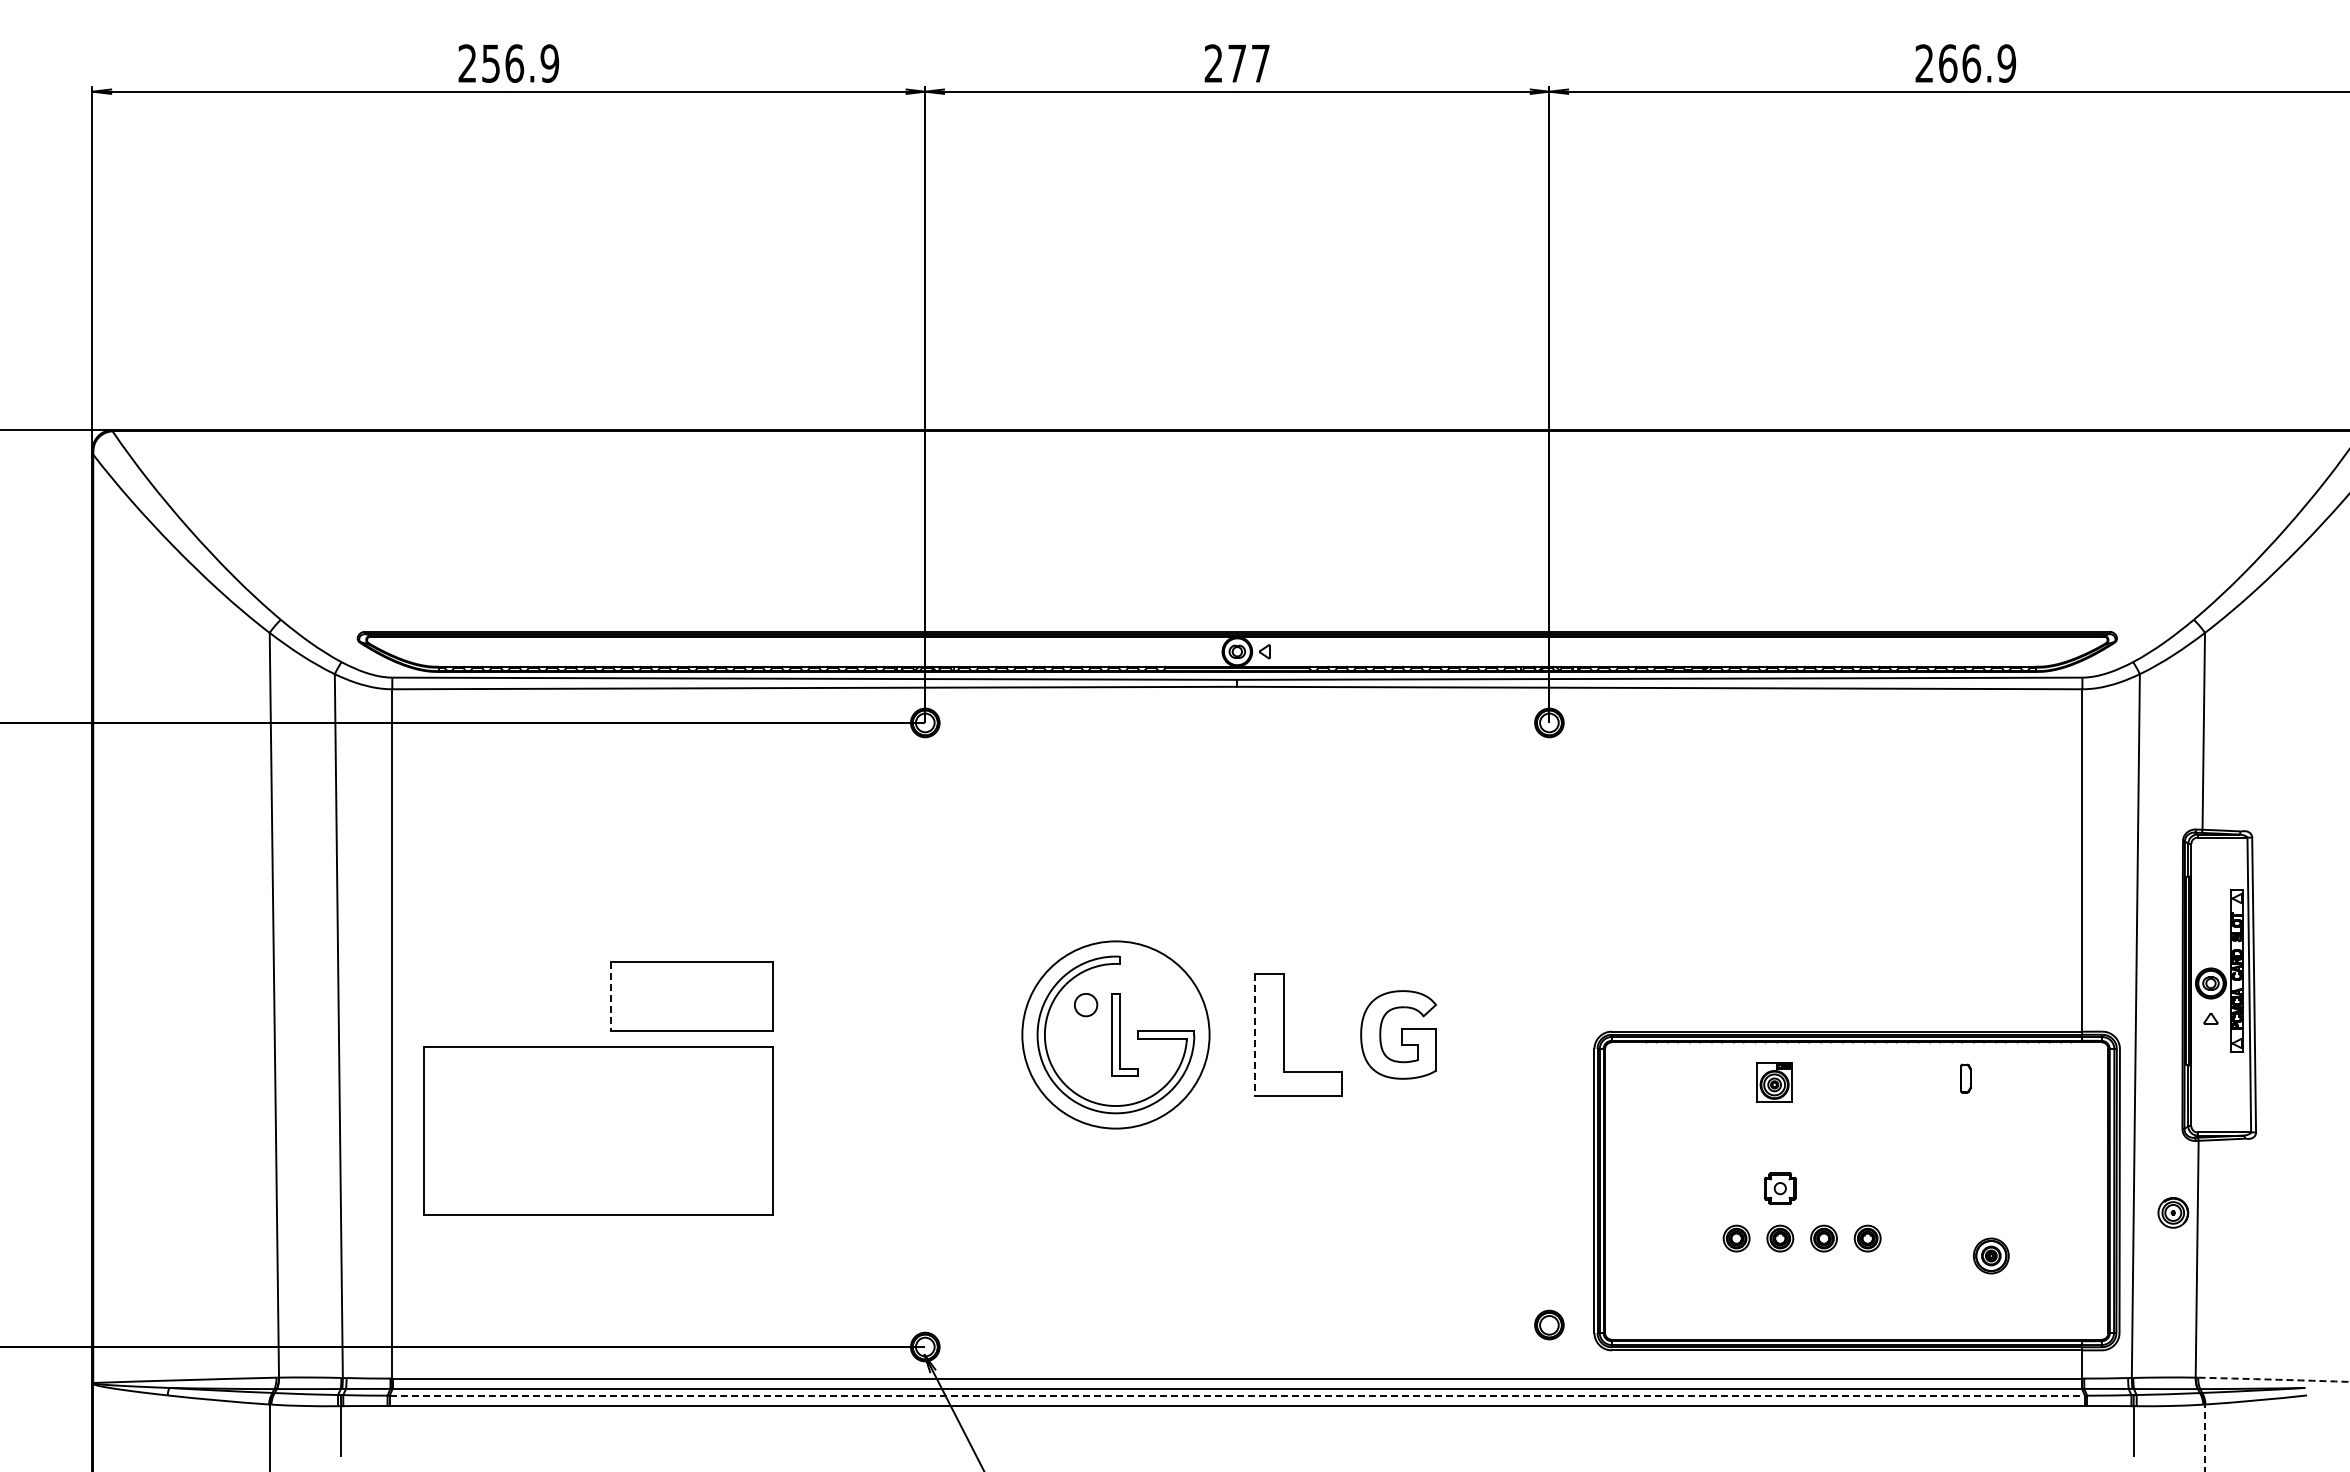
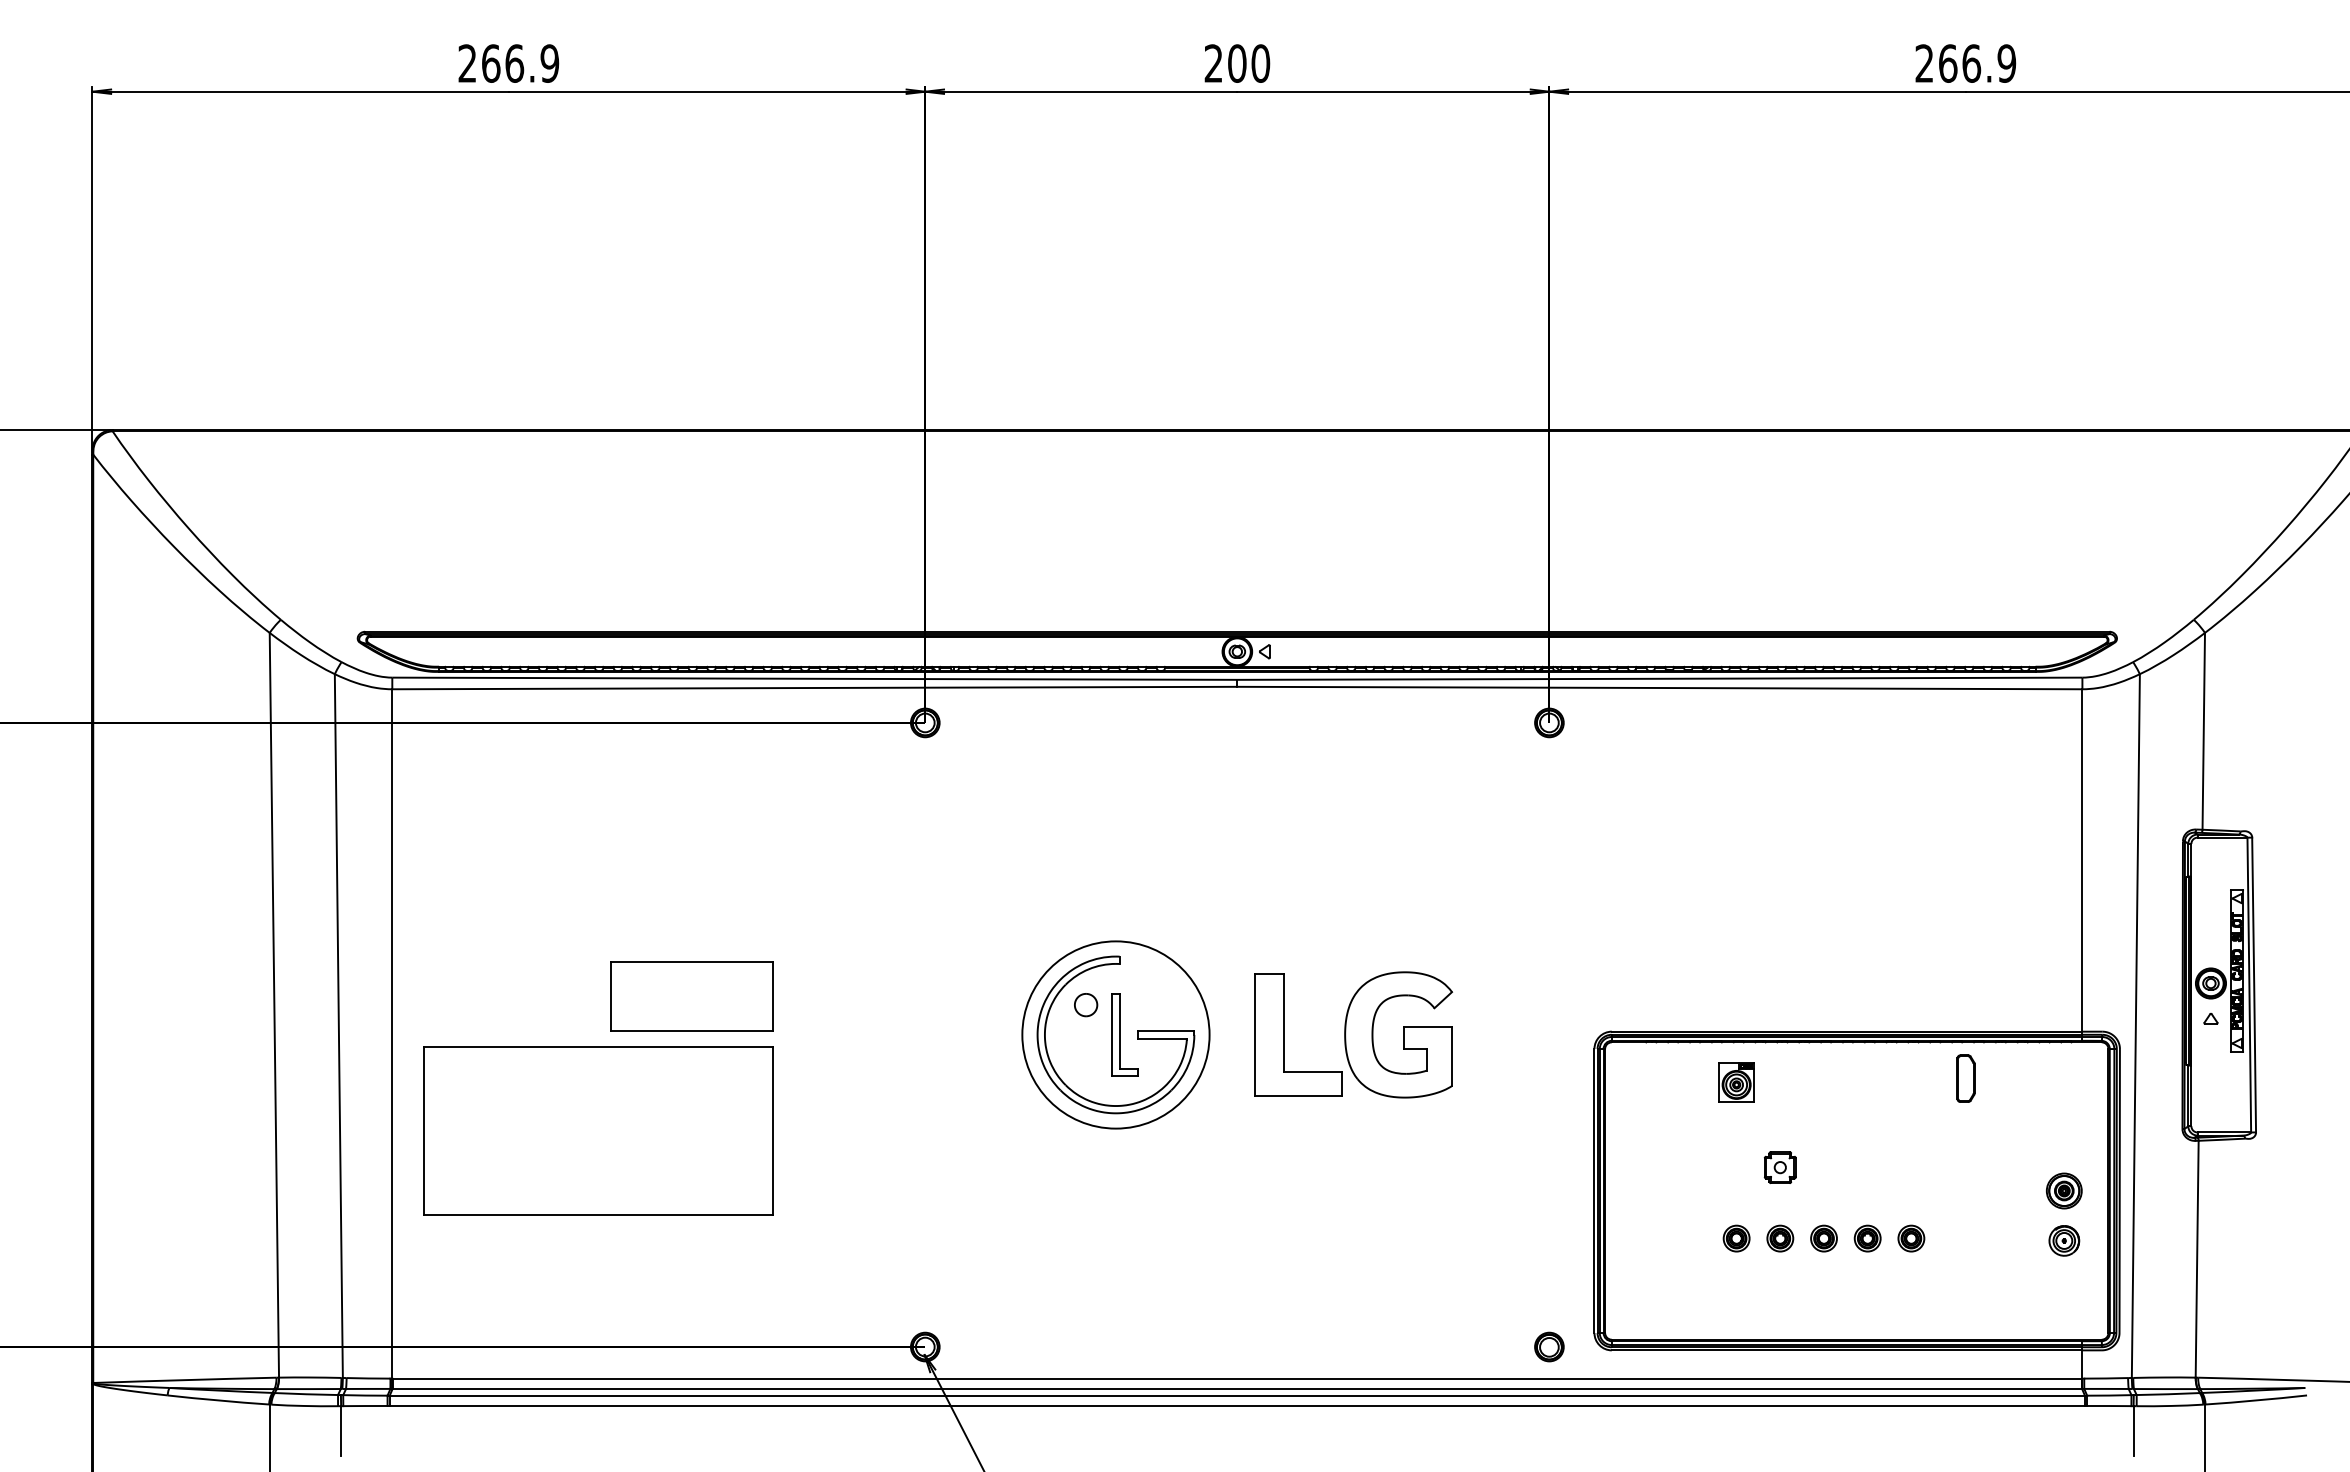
text at (491, 63): 256.9 -> 266.9
text at (1249, 63): 277 -> 200
line at (610, 997): dashed -> solid
line at (1255, 1034): dashed -> solid
part at (1398, 1034) size: 77x90 px -> 109x128 px
part at (1965, 1078) size: 12x31 px -> 20x49 px
part at (1774, 1082) position: (1774, 1082) -> (1736, 1082)
part at (1779, 1188) position: (1779, 1188) -> (1779, 1167)
part at (2173, 1212) position: (2173, 1212) -> (2064, 1240)
part at (1911, 1238): none -> present
part at (1991, 1255) position: (1991, 1255) -> (2064, 1190)
part at (1549, 1324) position: (1549, 1324) -> (1549, 1346)
arc at (2273, 1379): dashed -> solid
line at (1237, 1395): dashed -> solid
line at (2204, 1437): dashed -> solid
